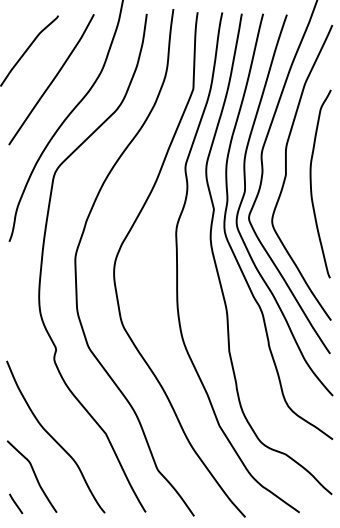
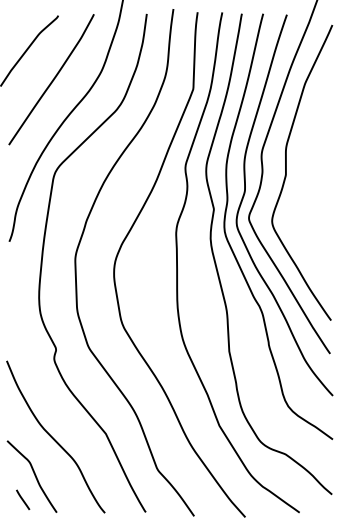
curve at (311, 183): present -> none
line at (16, 503) position: (16, 503) -> (23, 499)
